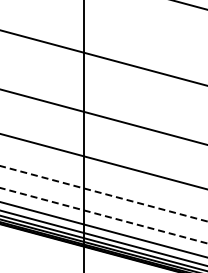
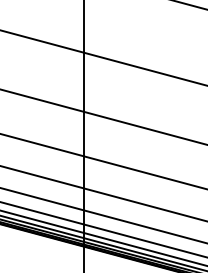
line at (104, 194): dashed -> solid
line at (104, 215): dashed -> solid
